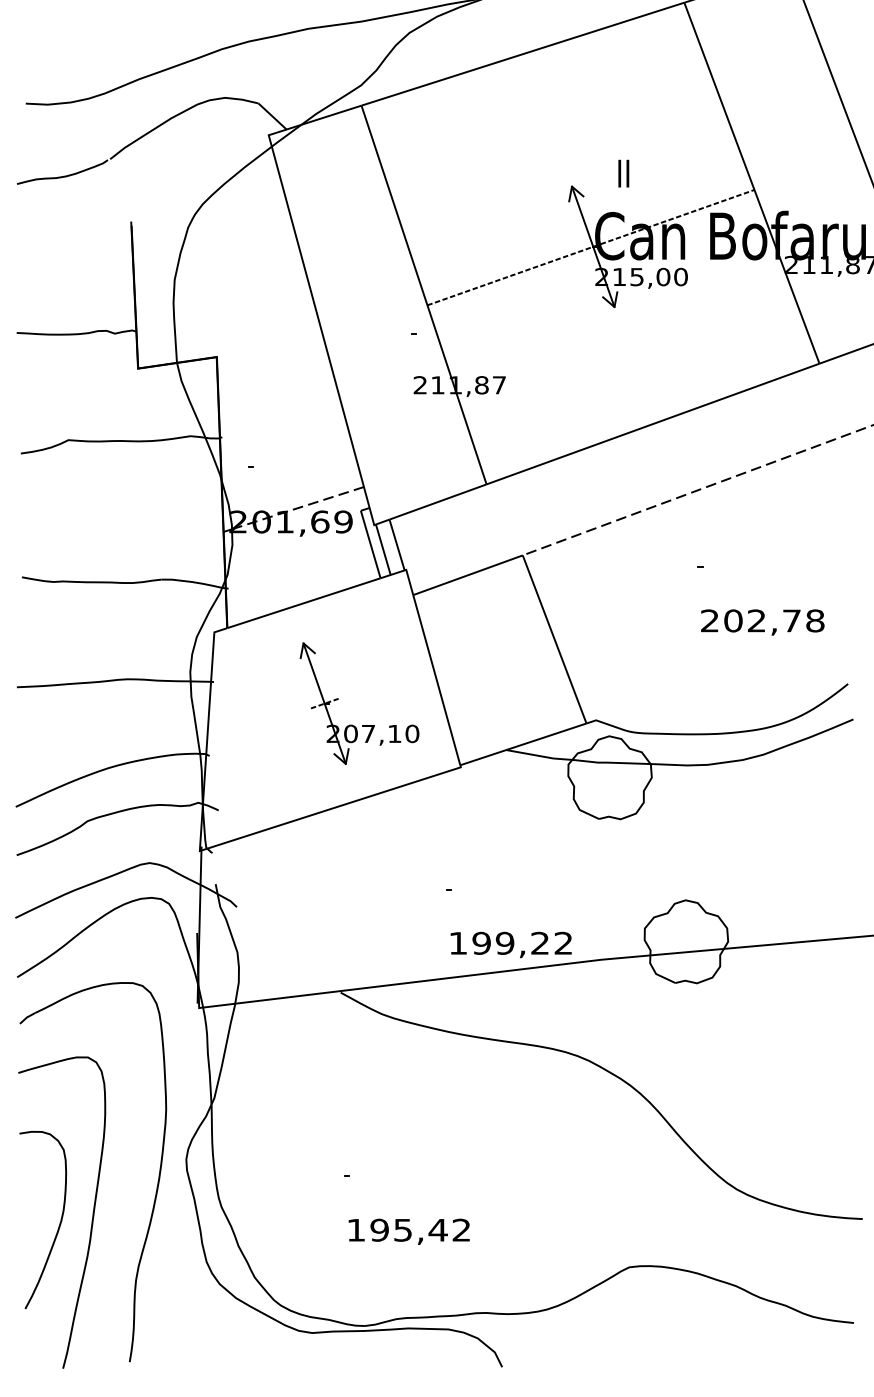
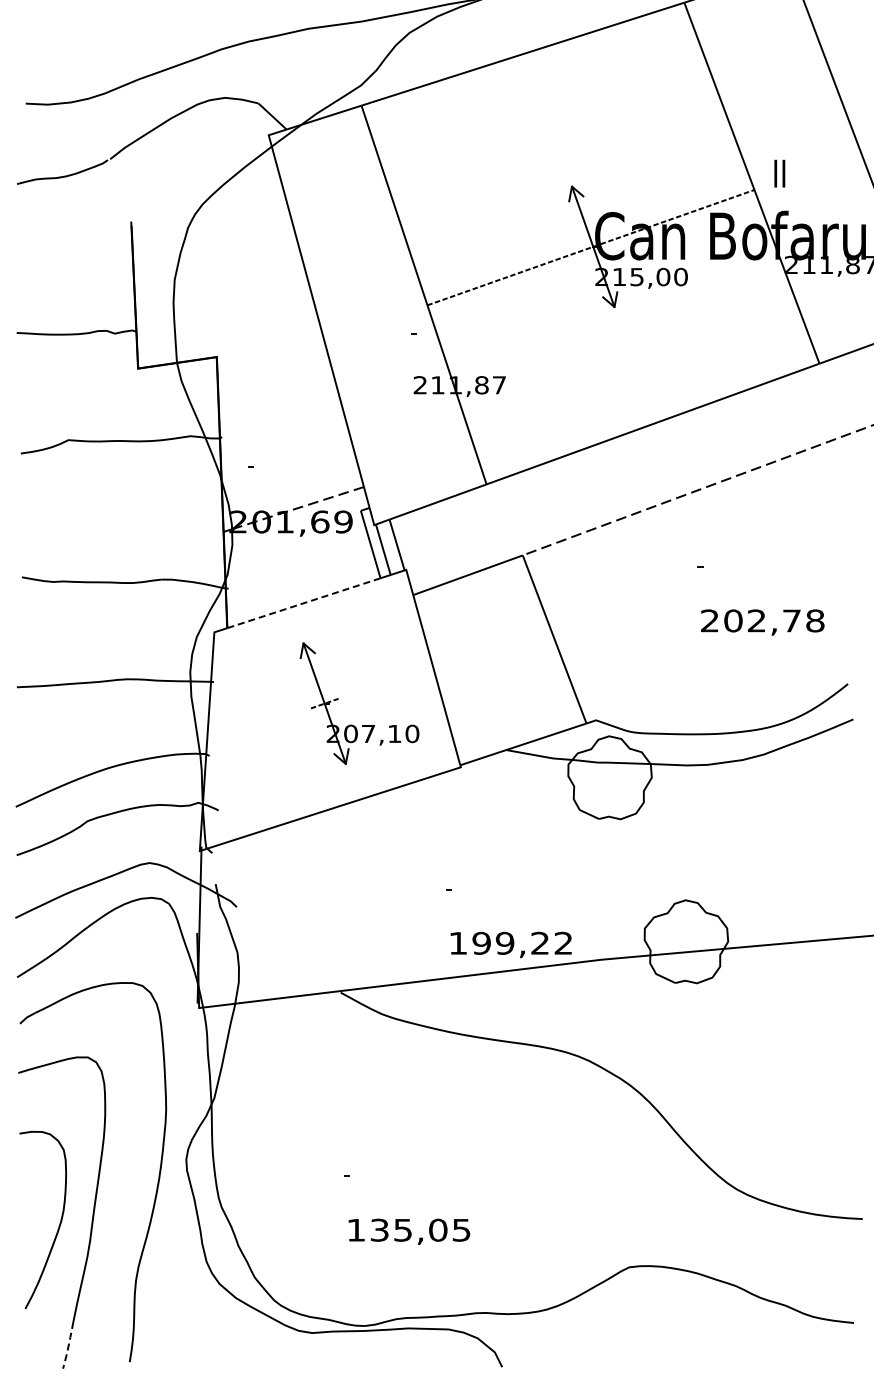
text at (623, 173) position: (623, 173) -> (779, 173)
line at (303, 603): solid -> dashed
text at (420, 1229): 195,42 -> 135,05
line at (68, 1345): solid -> dashed
